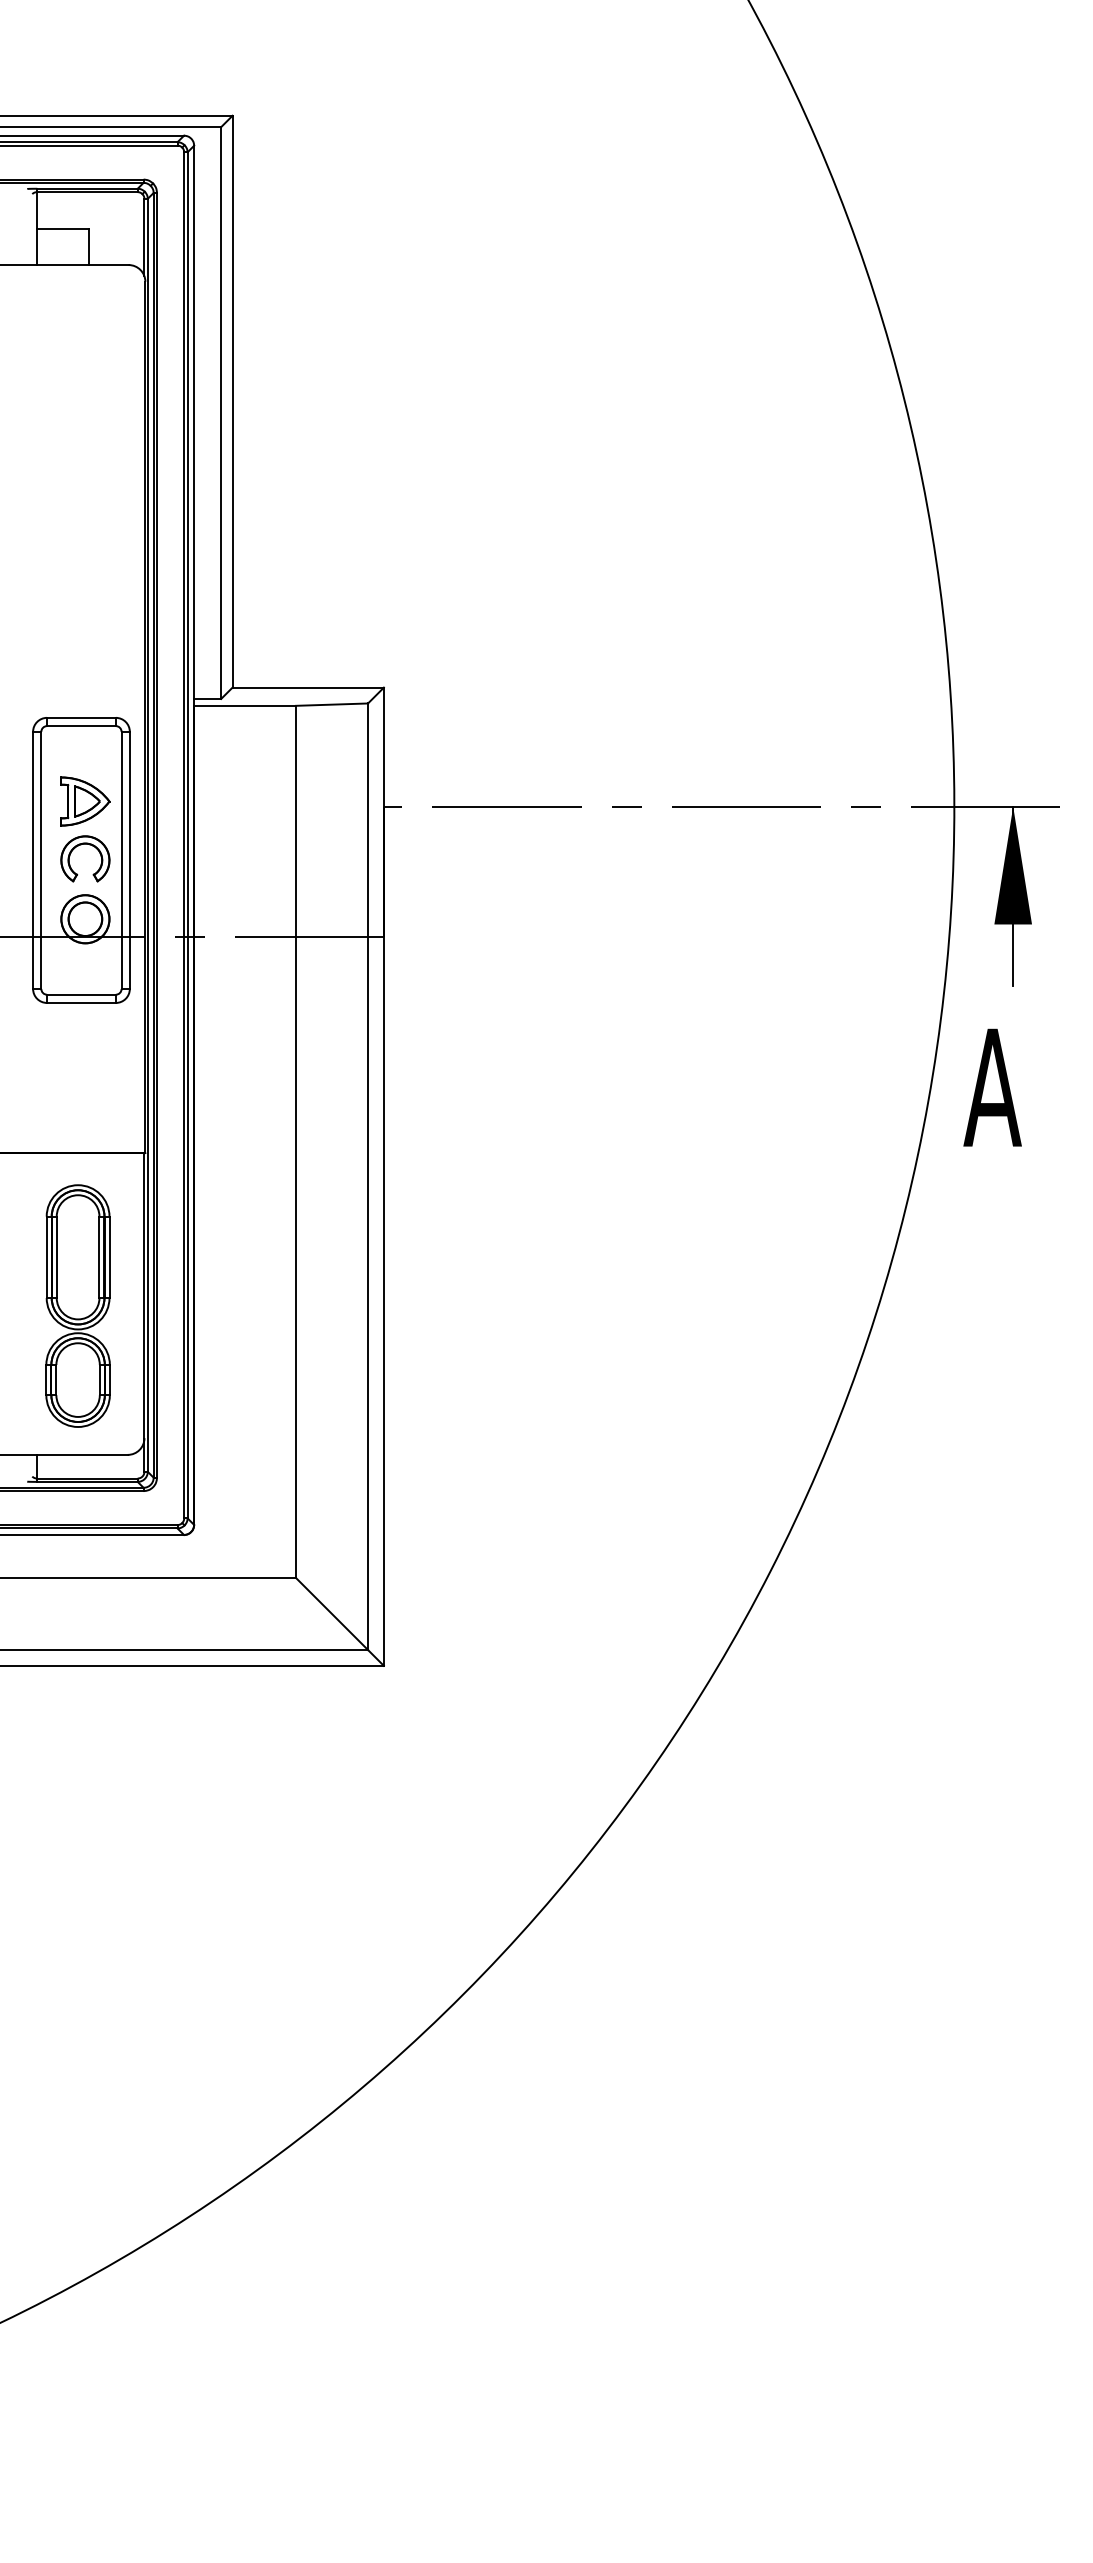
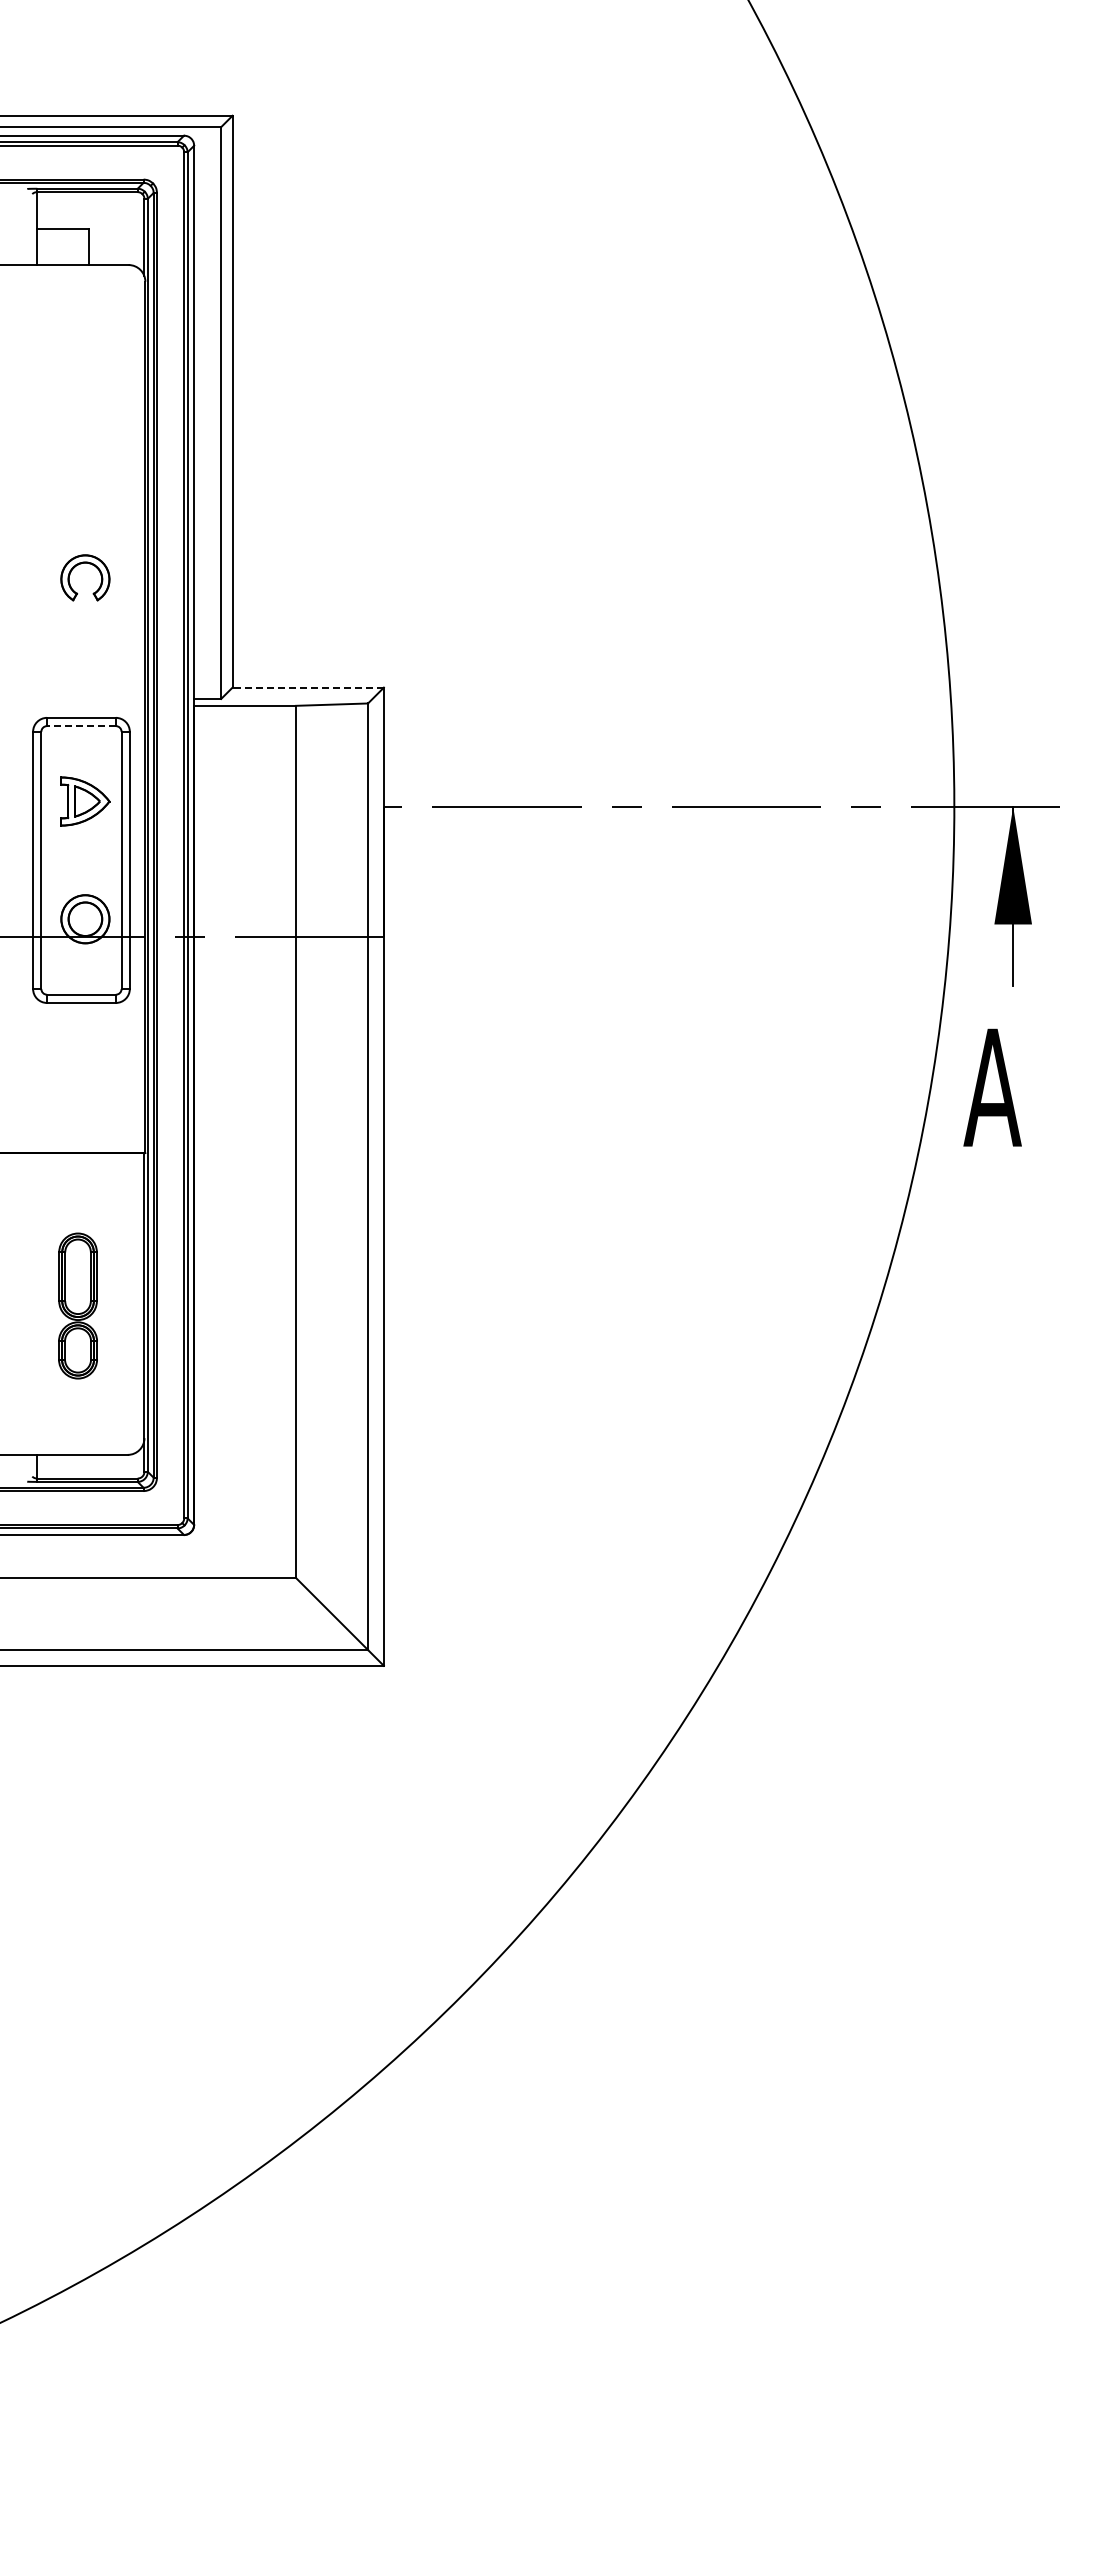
line at (308, 687): solid -> dashed
line at (80, 726): solid -> dashed
part at (81, 845) position: (81, 845) -> (81, 564)
part at (77, 1305) size: 66x244 px -> 40x148 px
